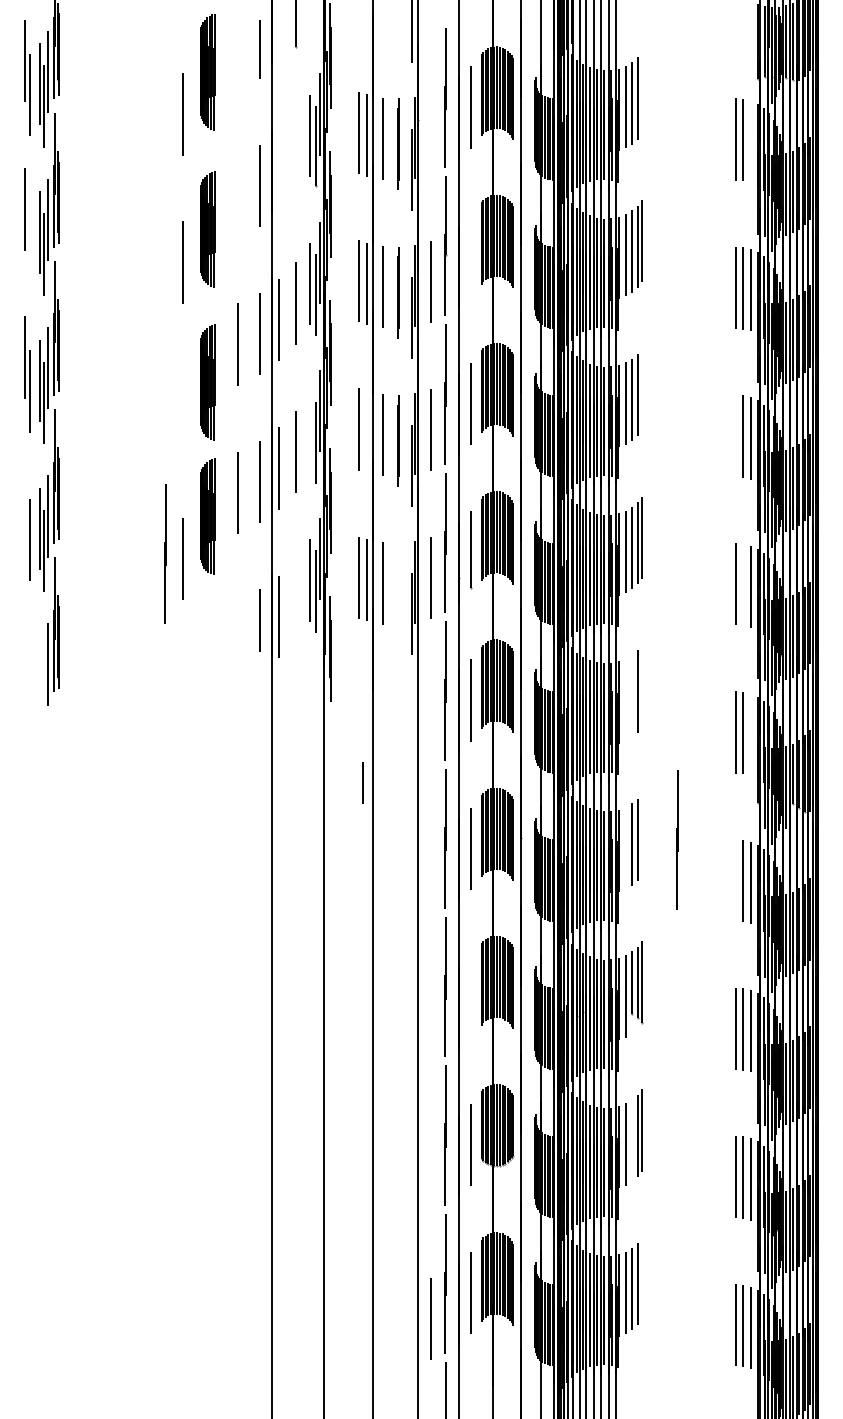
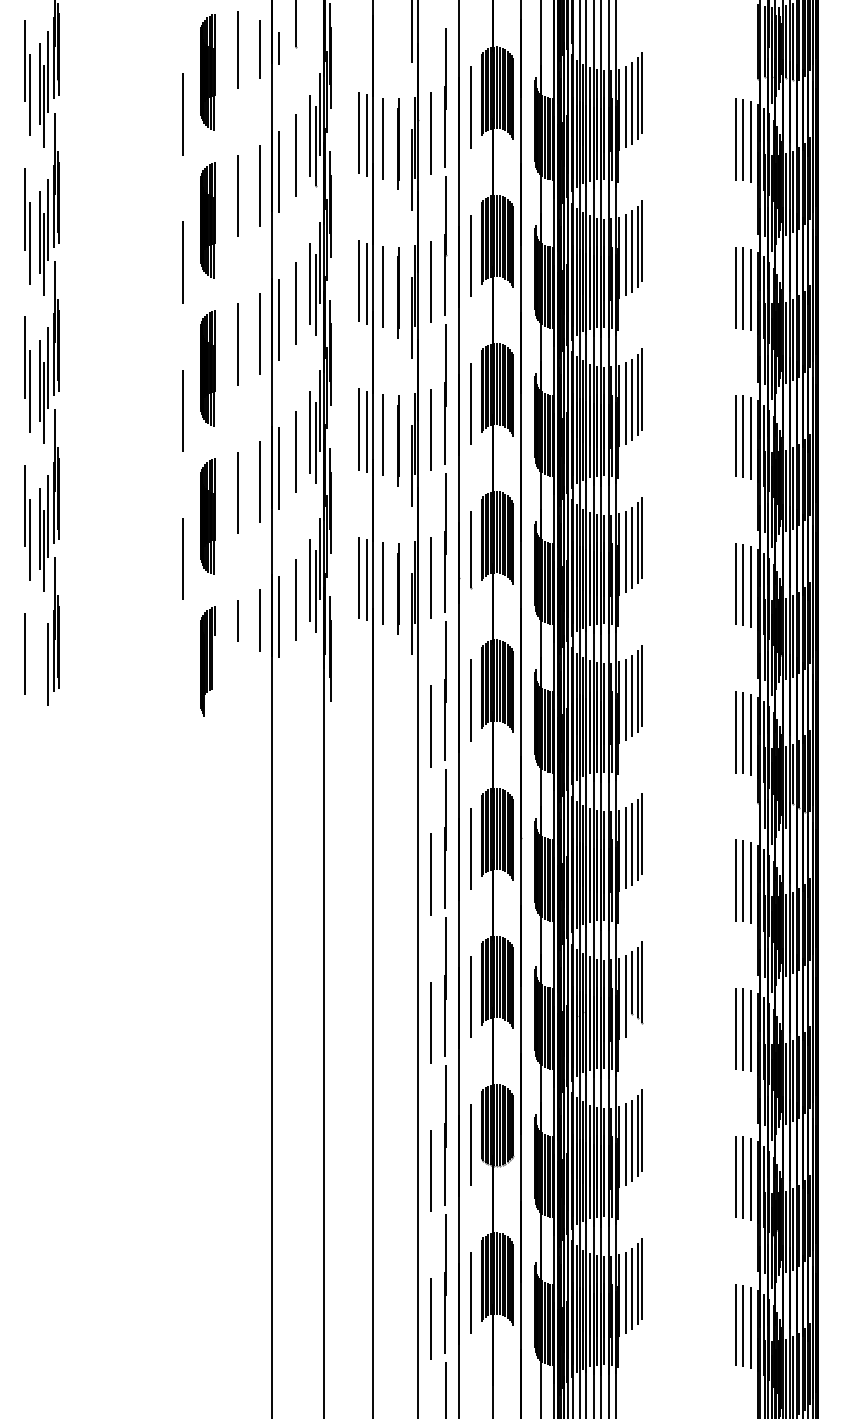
line at (278, 48): none -> present
line at (237, 49): none -> present
line at (642, 92): none -> present
line at (430, 133): none -> present
line at (750, 141): none -> present
line at (295, 155): none -> present
line at (278, 171): none -> present
line at (238, 196): none -> present
part at (207, 229) position: (207, 229) -> (207, 220)
line at (29, 243): none -> present
line at (470, 255): none -> present
part at (207, 382) position: (207, 382) -> (207, 368)
line at (642, 389): none -> present
line at (183, 410): none -> present
line at (366, 431): none -> present
line at (309, 432): none -> present
line at (735, 435): none -> present
line at (25, 505): none -> present
line at (165, 553): present -> none
line at (743, 584): none -> present
line at (398, 588): none -> present
line at (295, 599): none -> present
line at (24, 653): none -> present
part at (207, 661): none -> present
line at (642, 685): none -> present
line at (631, 696): none -> present
line at (625, 699): none -> present
line at (430, 726): none -> present
line at (750, 734): none -> present
line at (362, 782) position: (362, 782) -> (237, 620)
line at (642, 833): none -> present
line at (677, 839): present -> none
line at (625, 847): none -> present
line at (430, 874): none -> present
line at (735, 880): none -> present
line at (471, 996): none -> present
line at (430, 1022): none -> present
line at (631, 1140): none -> present
line at (430, 1170): none -> present
line at (642, 1278): none -> present
